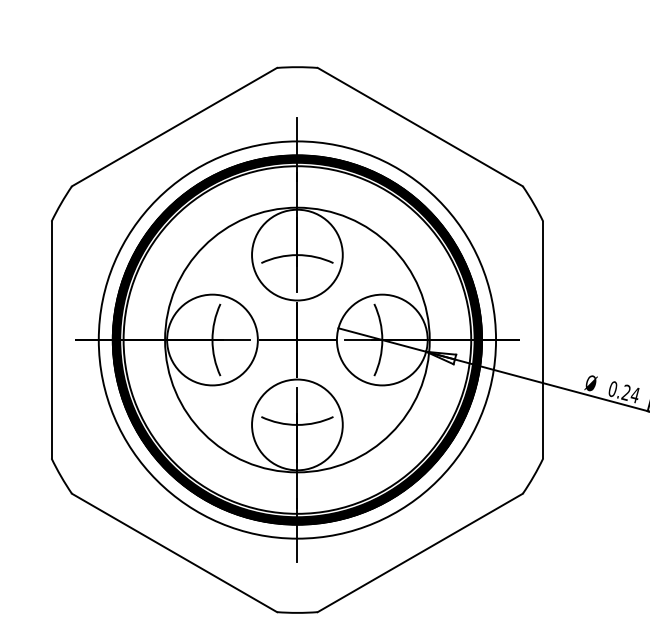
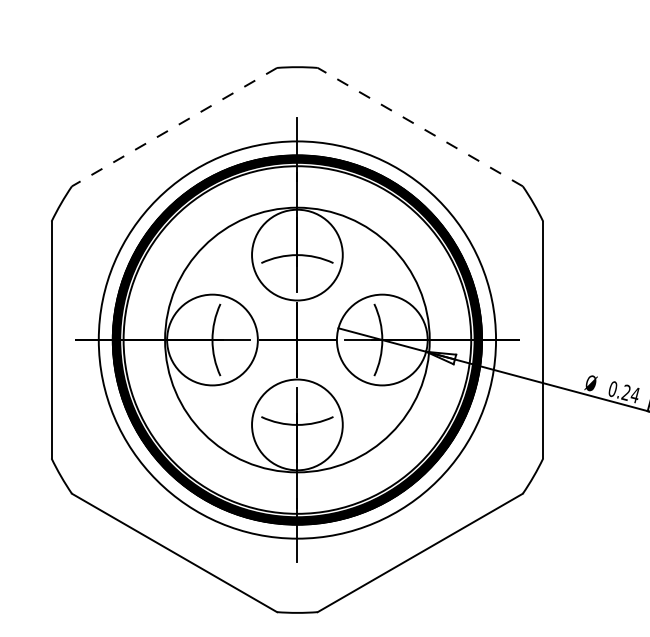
line at (419, 126): solid -> dashed
line at (174, 127): solid -> dashed
